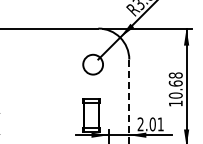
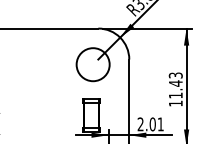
circle at (93, 64) diameter: 20 px -> 33 px
text at (175, 85): 10.68 -> 11.43
line at (129, 101): dashed -> solid
